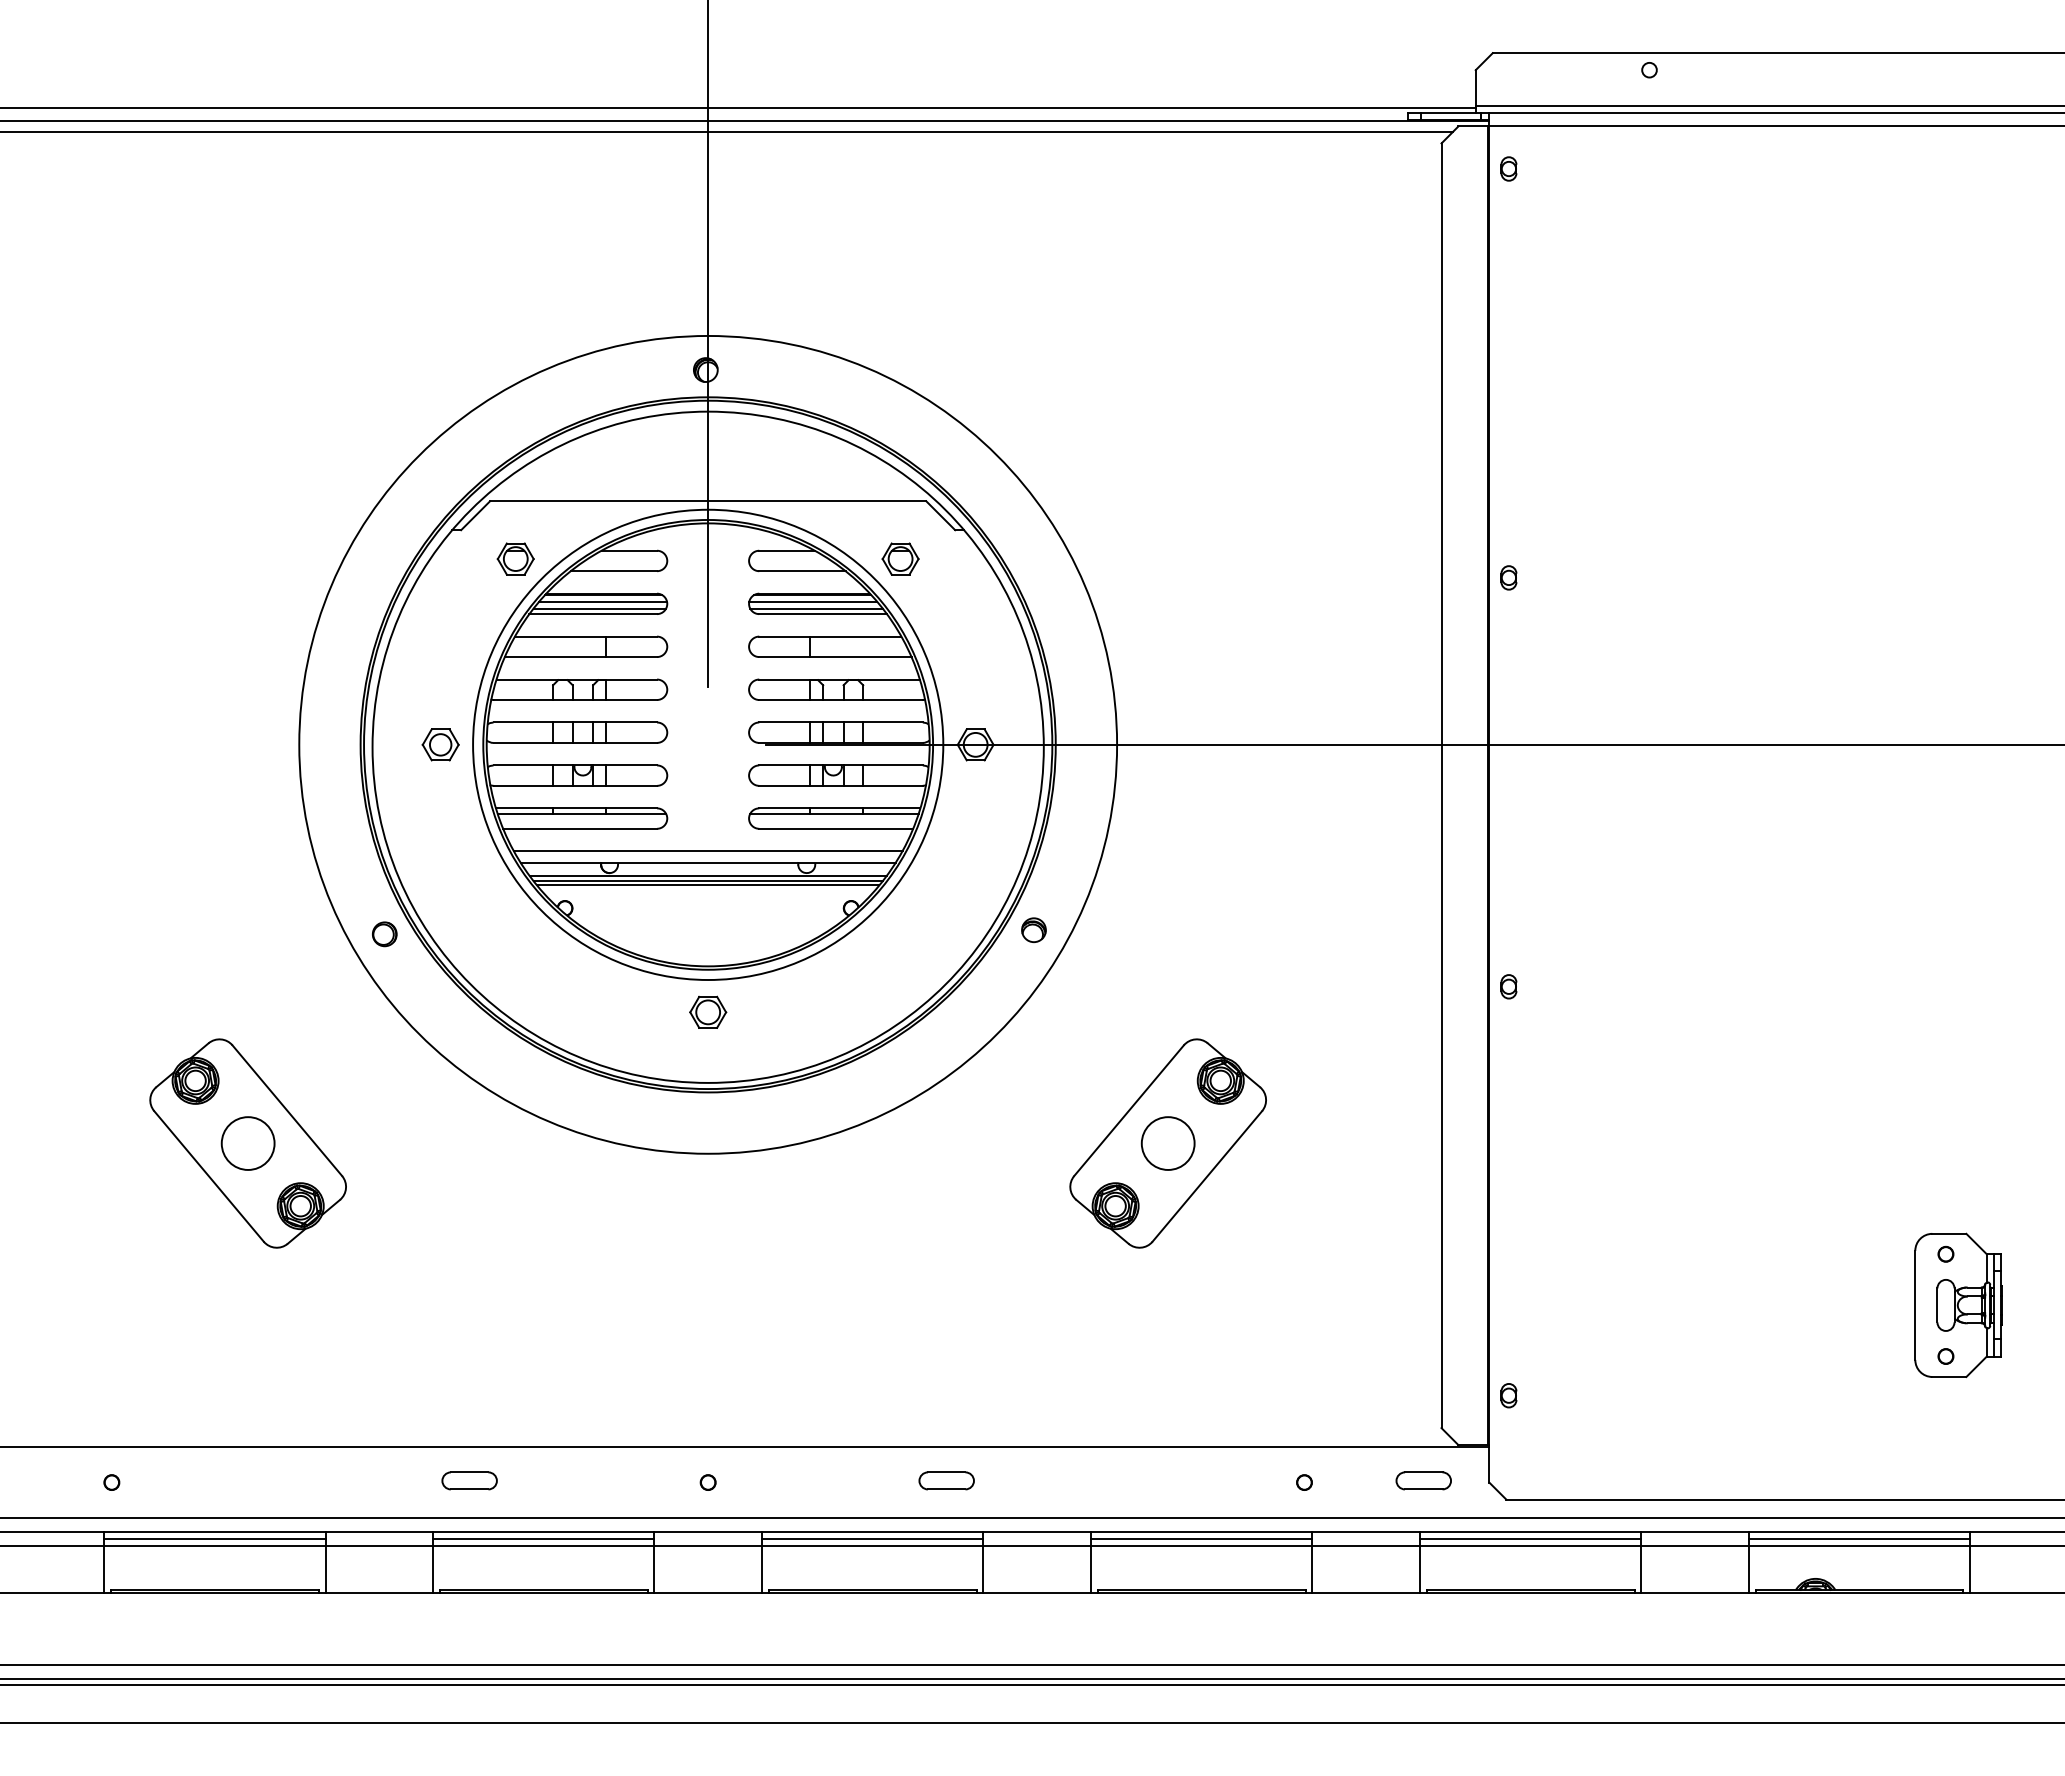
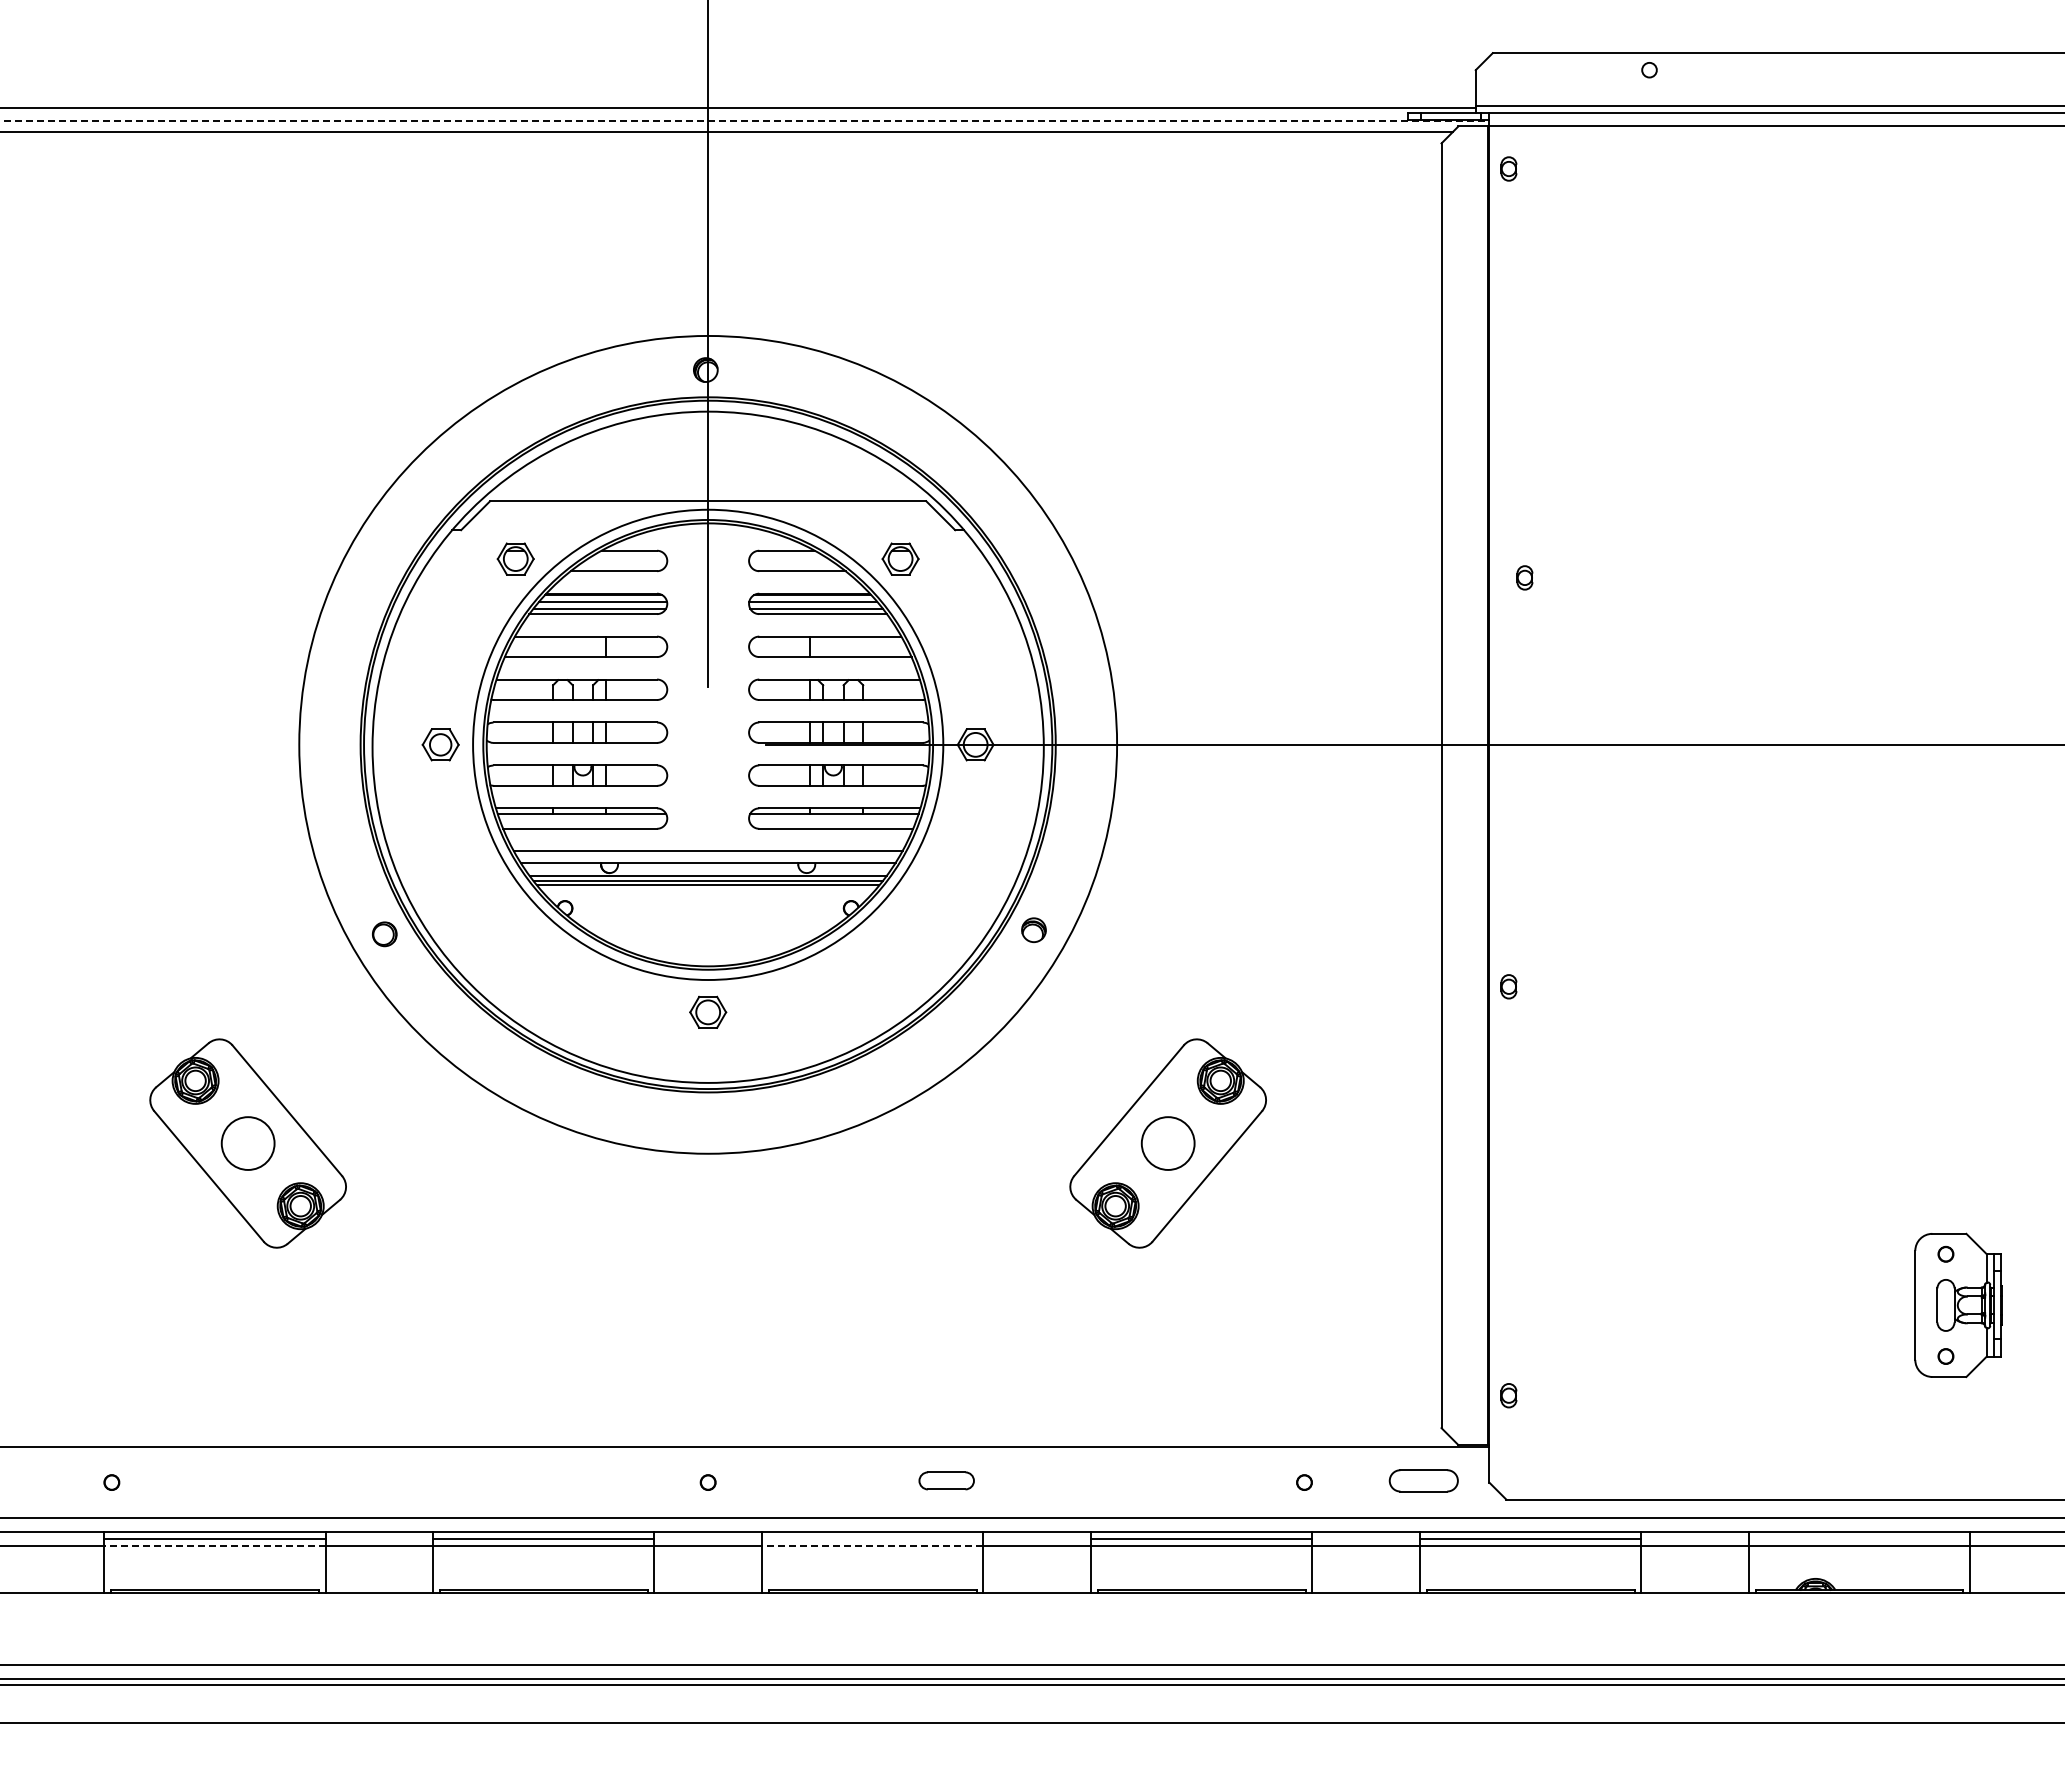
line at (745, 121): solid -> dashed
part at (1508, 577) position: (1508, 577) -> (1524, 577)
part at (469, 1480): present -> none
part at (1423, 1480) size: 57x20 px -> 71x24 px
line at (872, 1538): present -> none
line at (1859, 1538): present -> none
line at (214, 1545): solid -> dashed
line at (872, 1545): solid -> dashed
